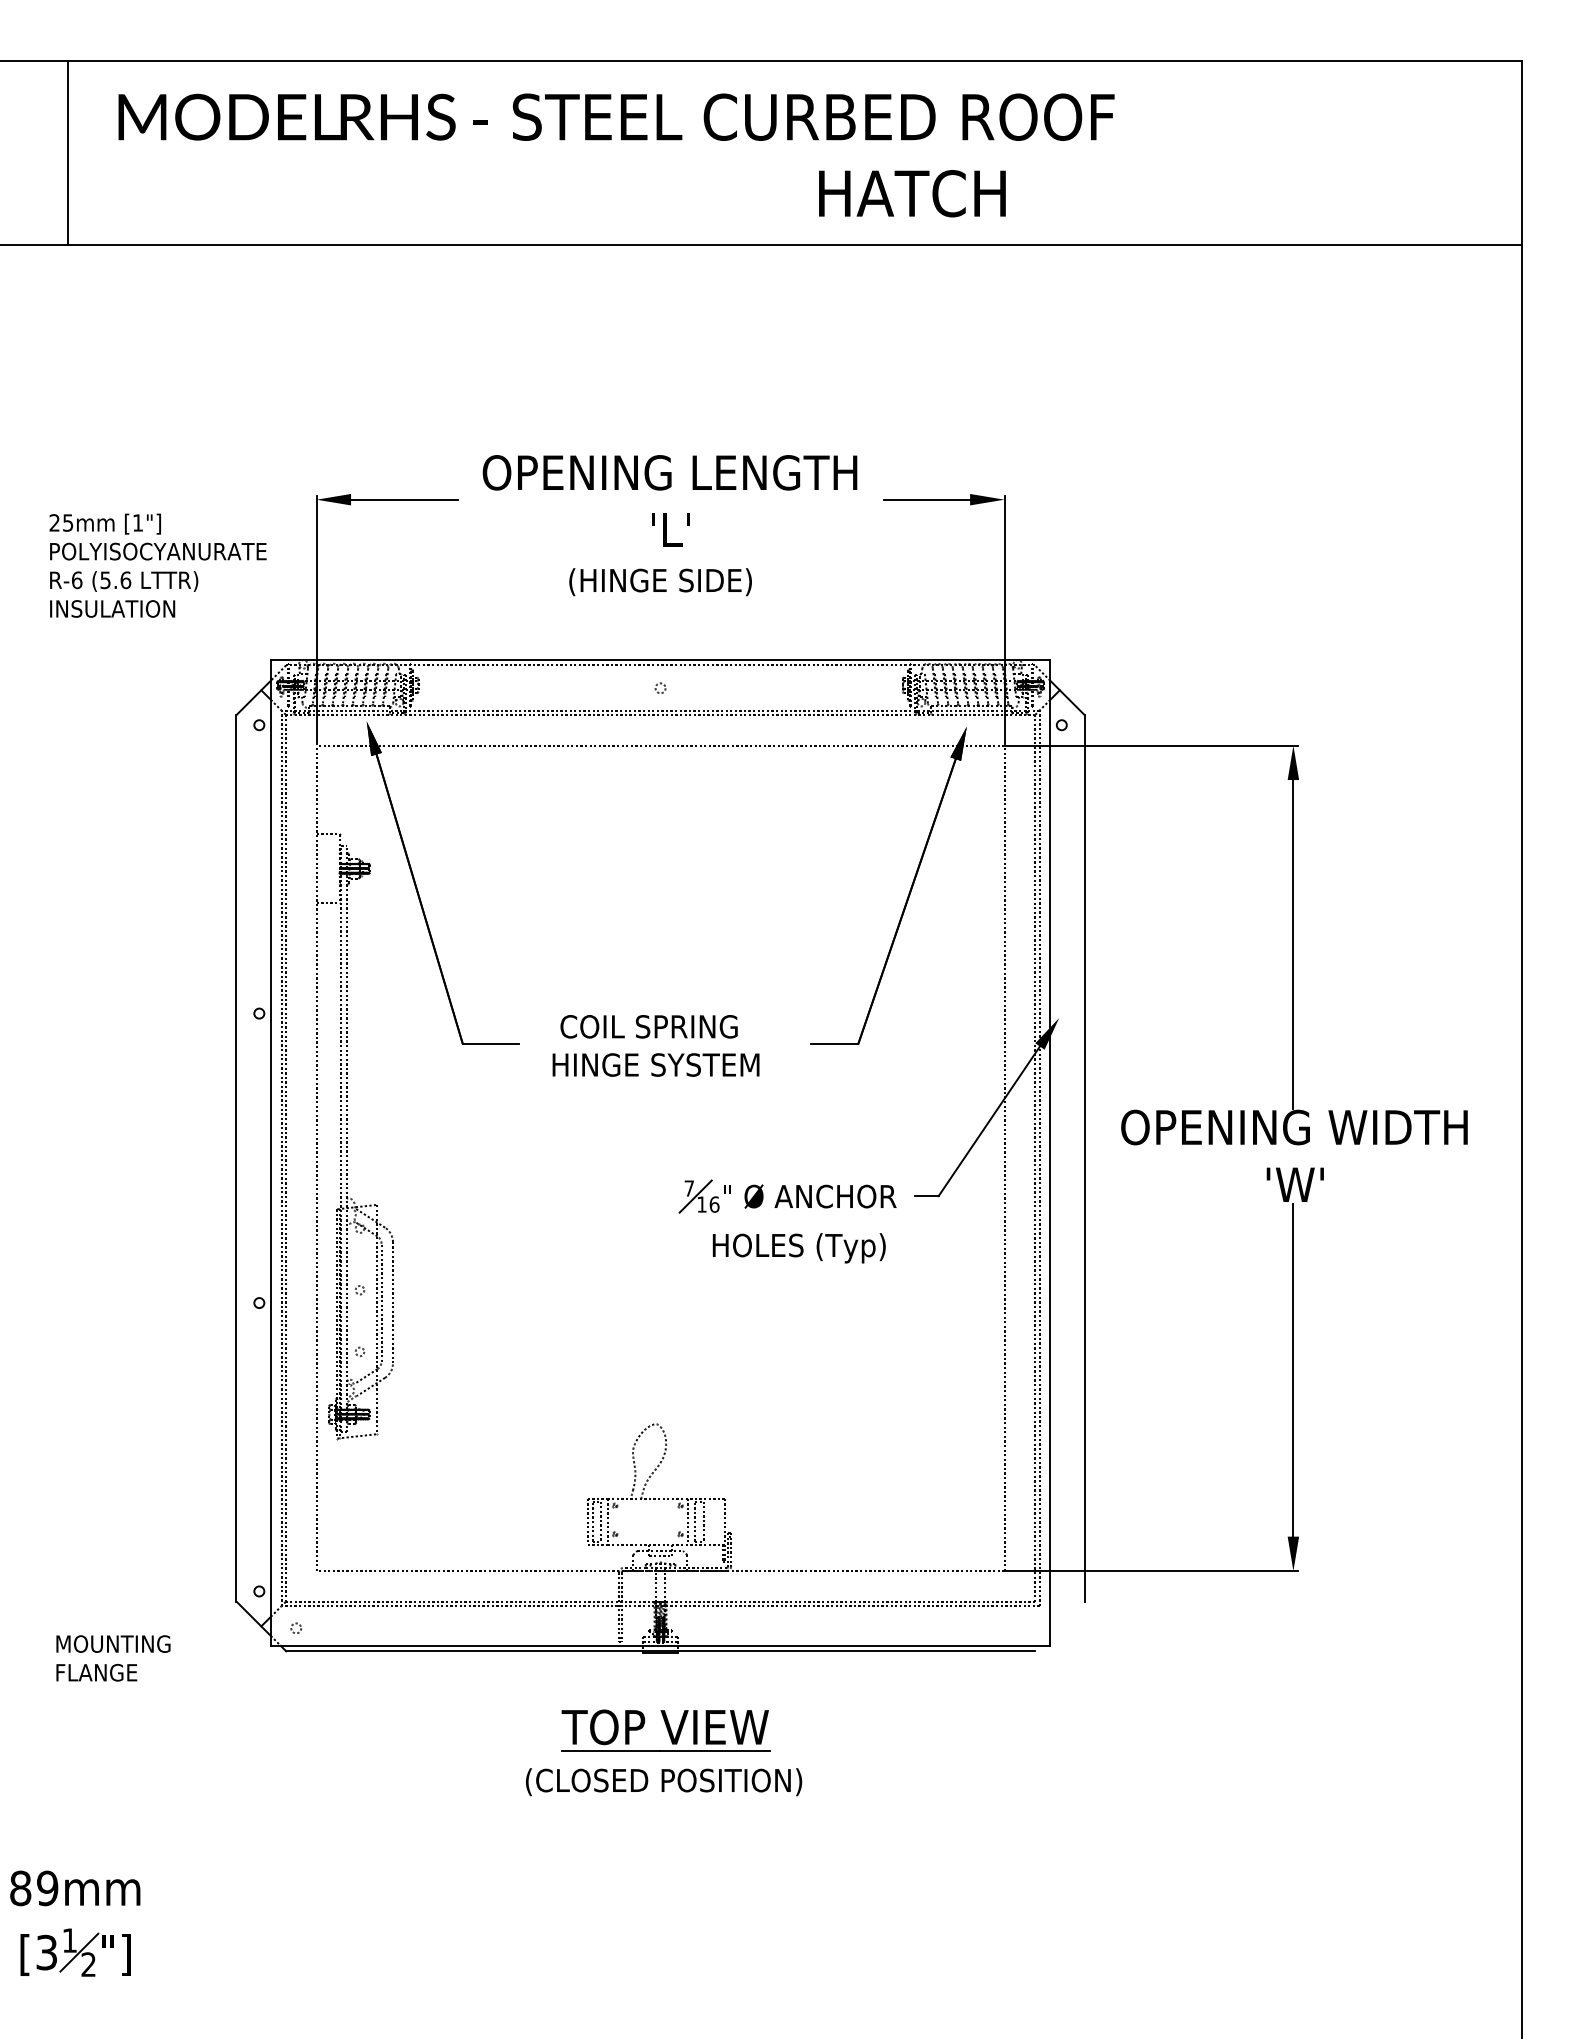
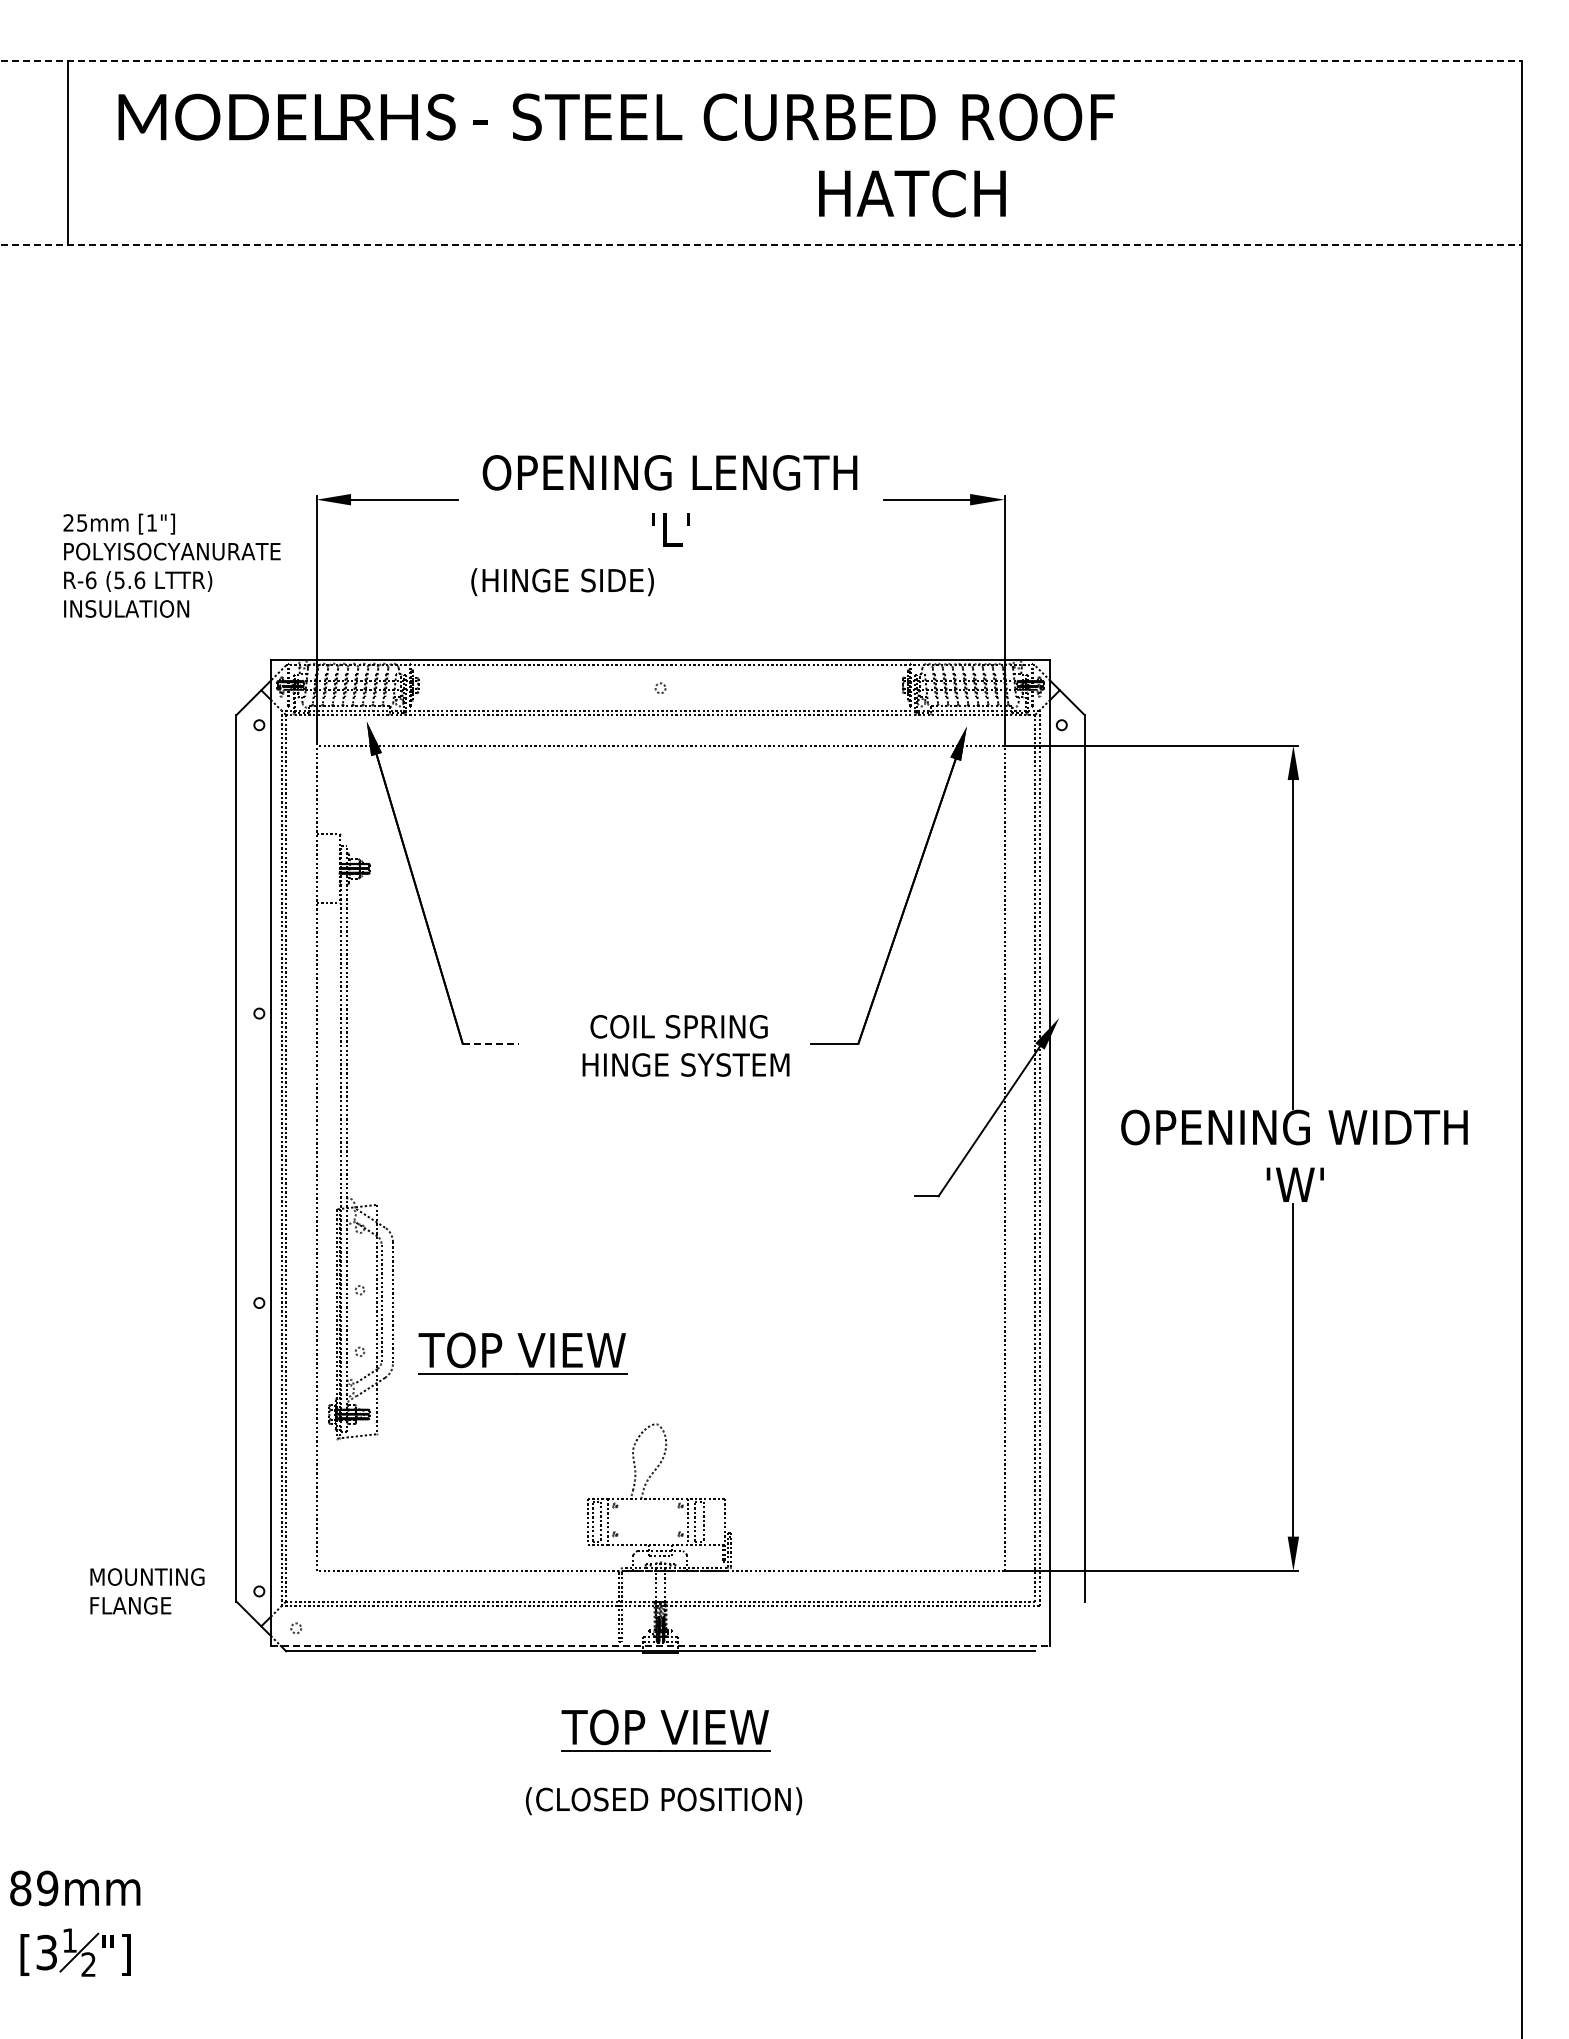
line at (761, 61): solid -> dashed
line at (761, 244): solid -> dashed
text at (157, 565) position: (157, 565) -> (171, 565)
text at (660, 582) position: (660, 582) -> (562, 582)
line at (490, 1043): solid -> dashed
text at (655, 1045) position: (655, 1045) -> (685, 1045)
part at (785, 1234): present -> none
part at (522, 1353): none -> present
line at (660, 1645): solid -> dashed
text at (113, 1658) position: (113, 1658) -> (147, 1591)
text at (664, 1782) position: (664, 1782) -> (664, 1801)
